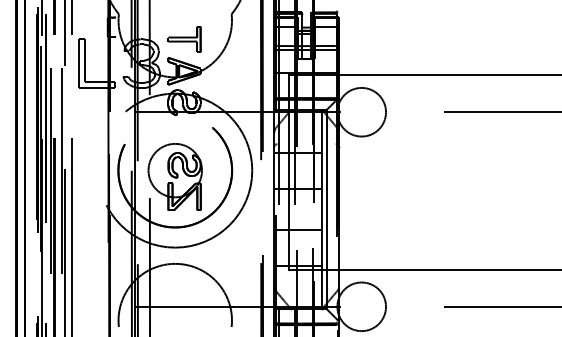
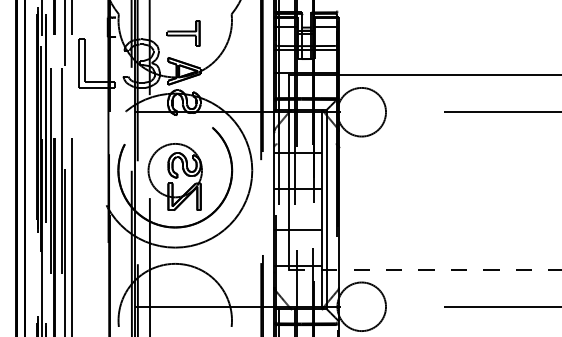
part at (184, 39) position: (184, 39) -> (183, 33)
line at (425, 269): solid -> dashed
